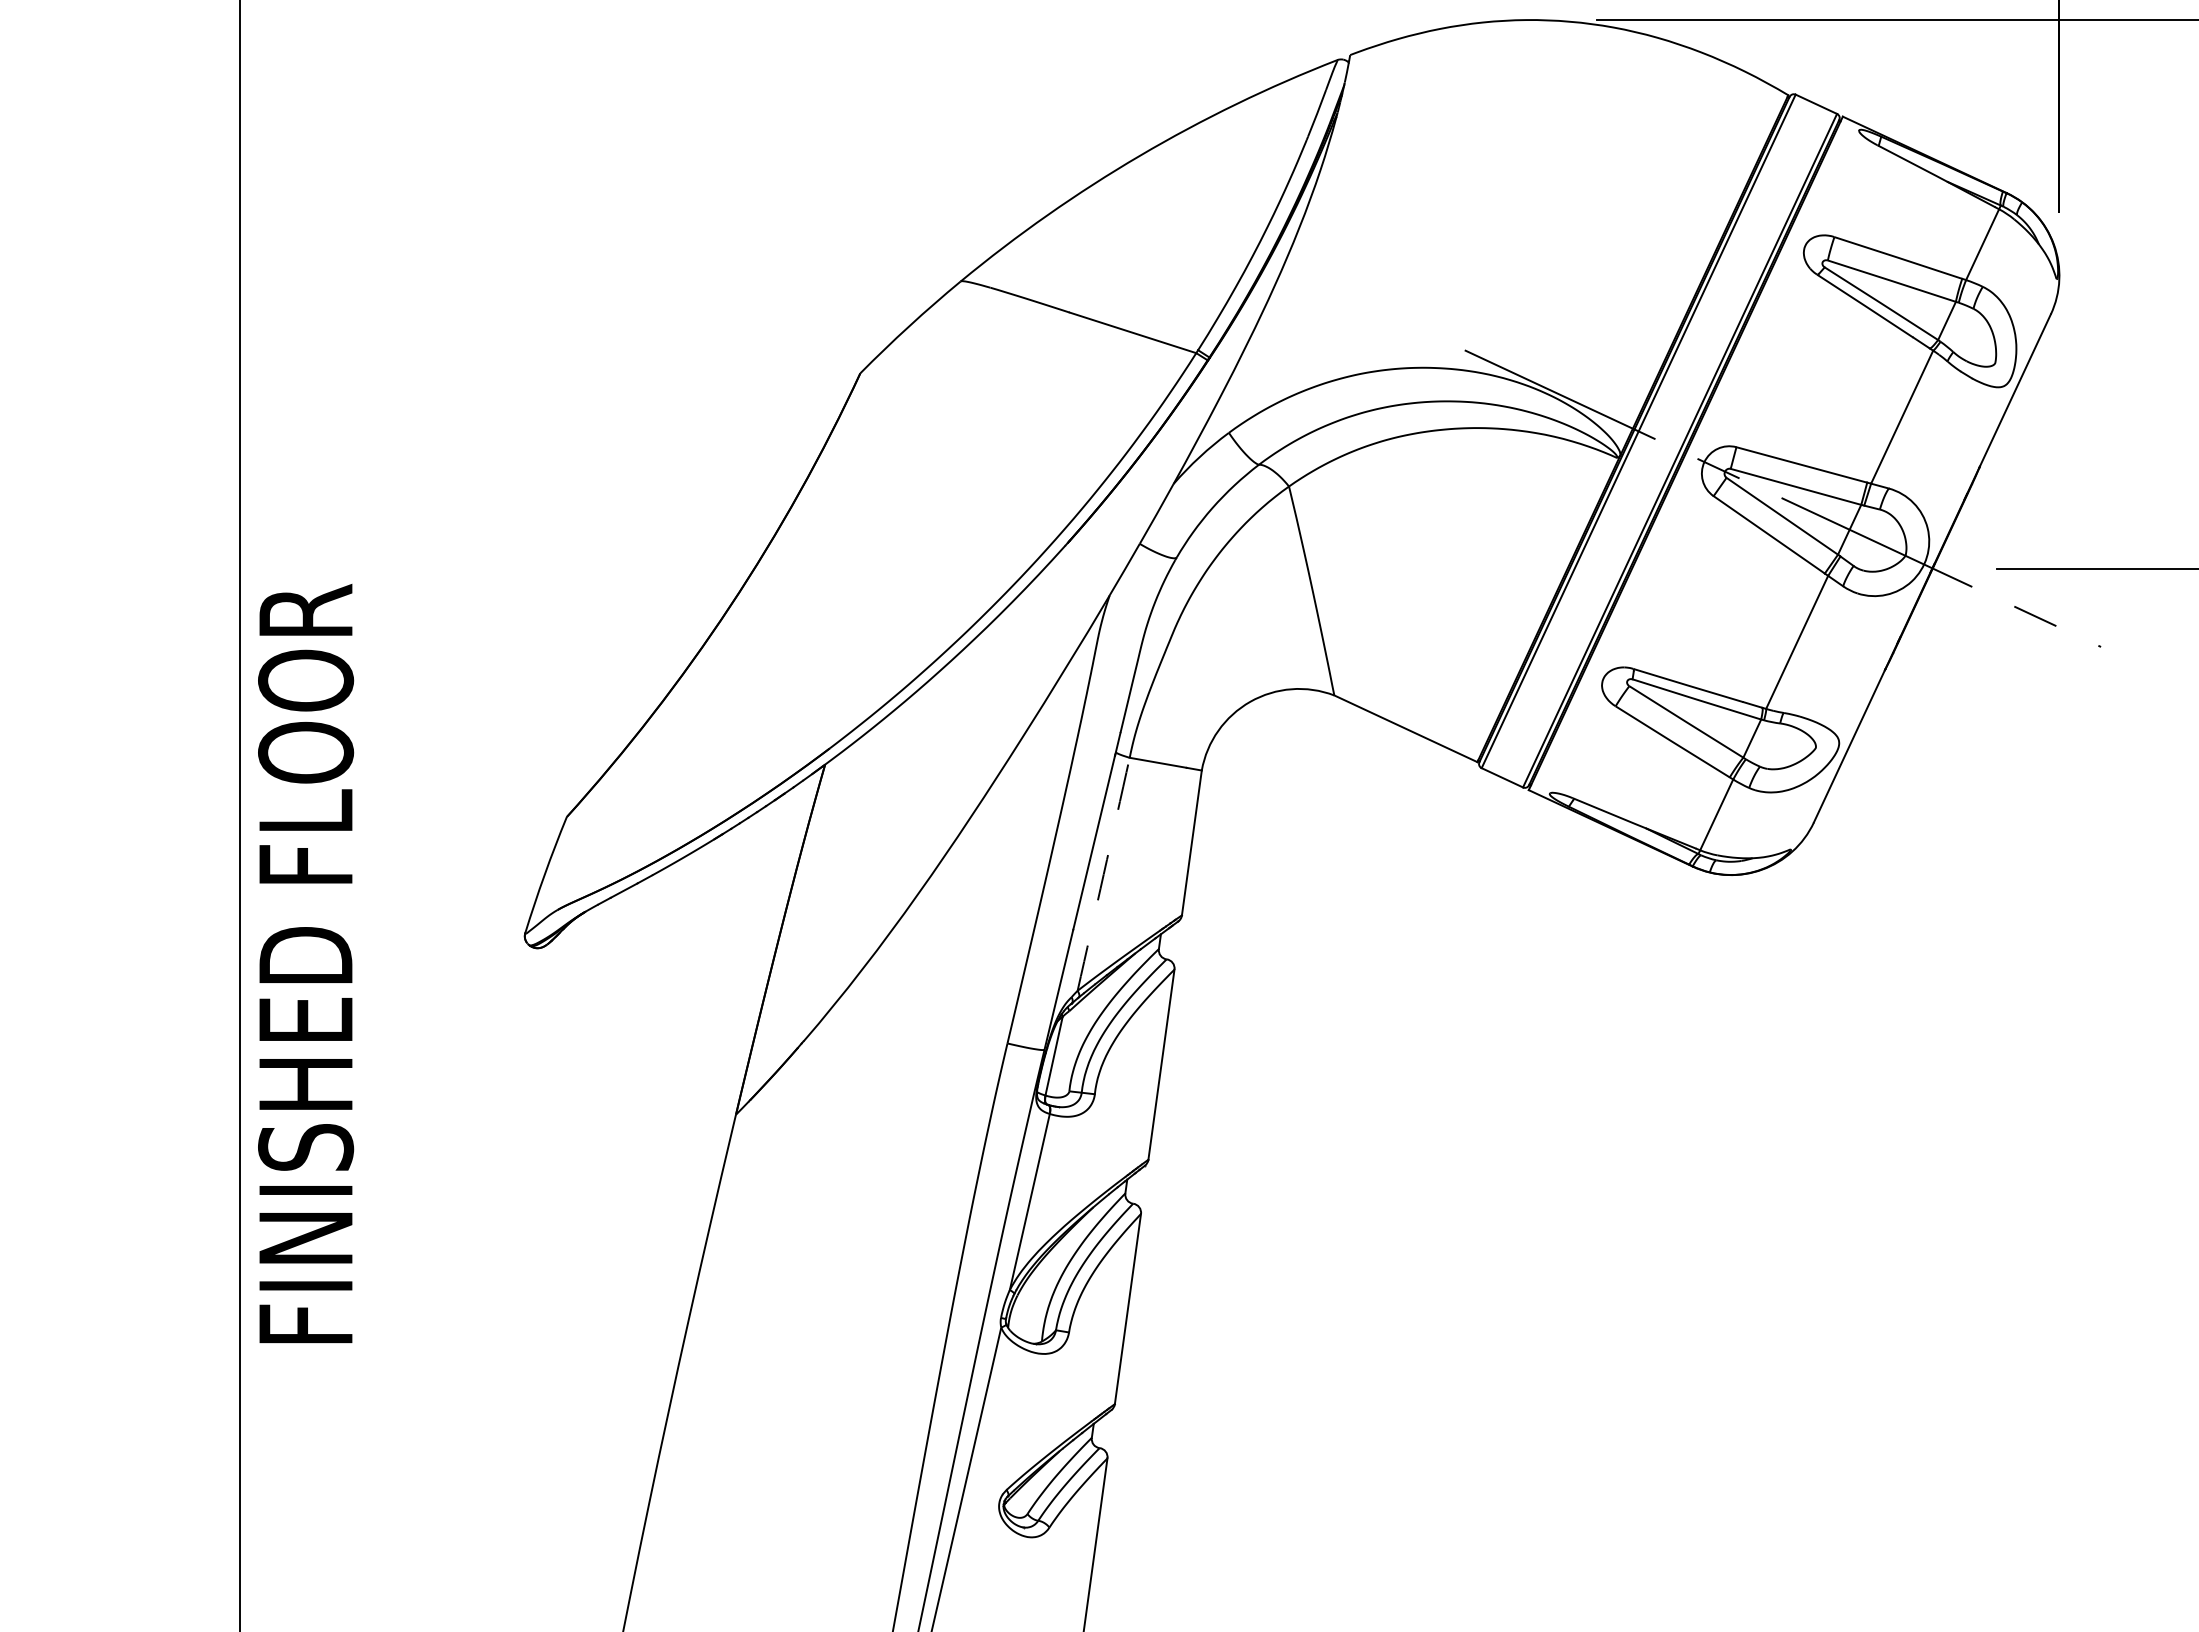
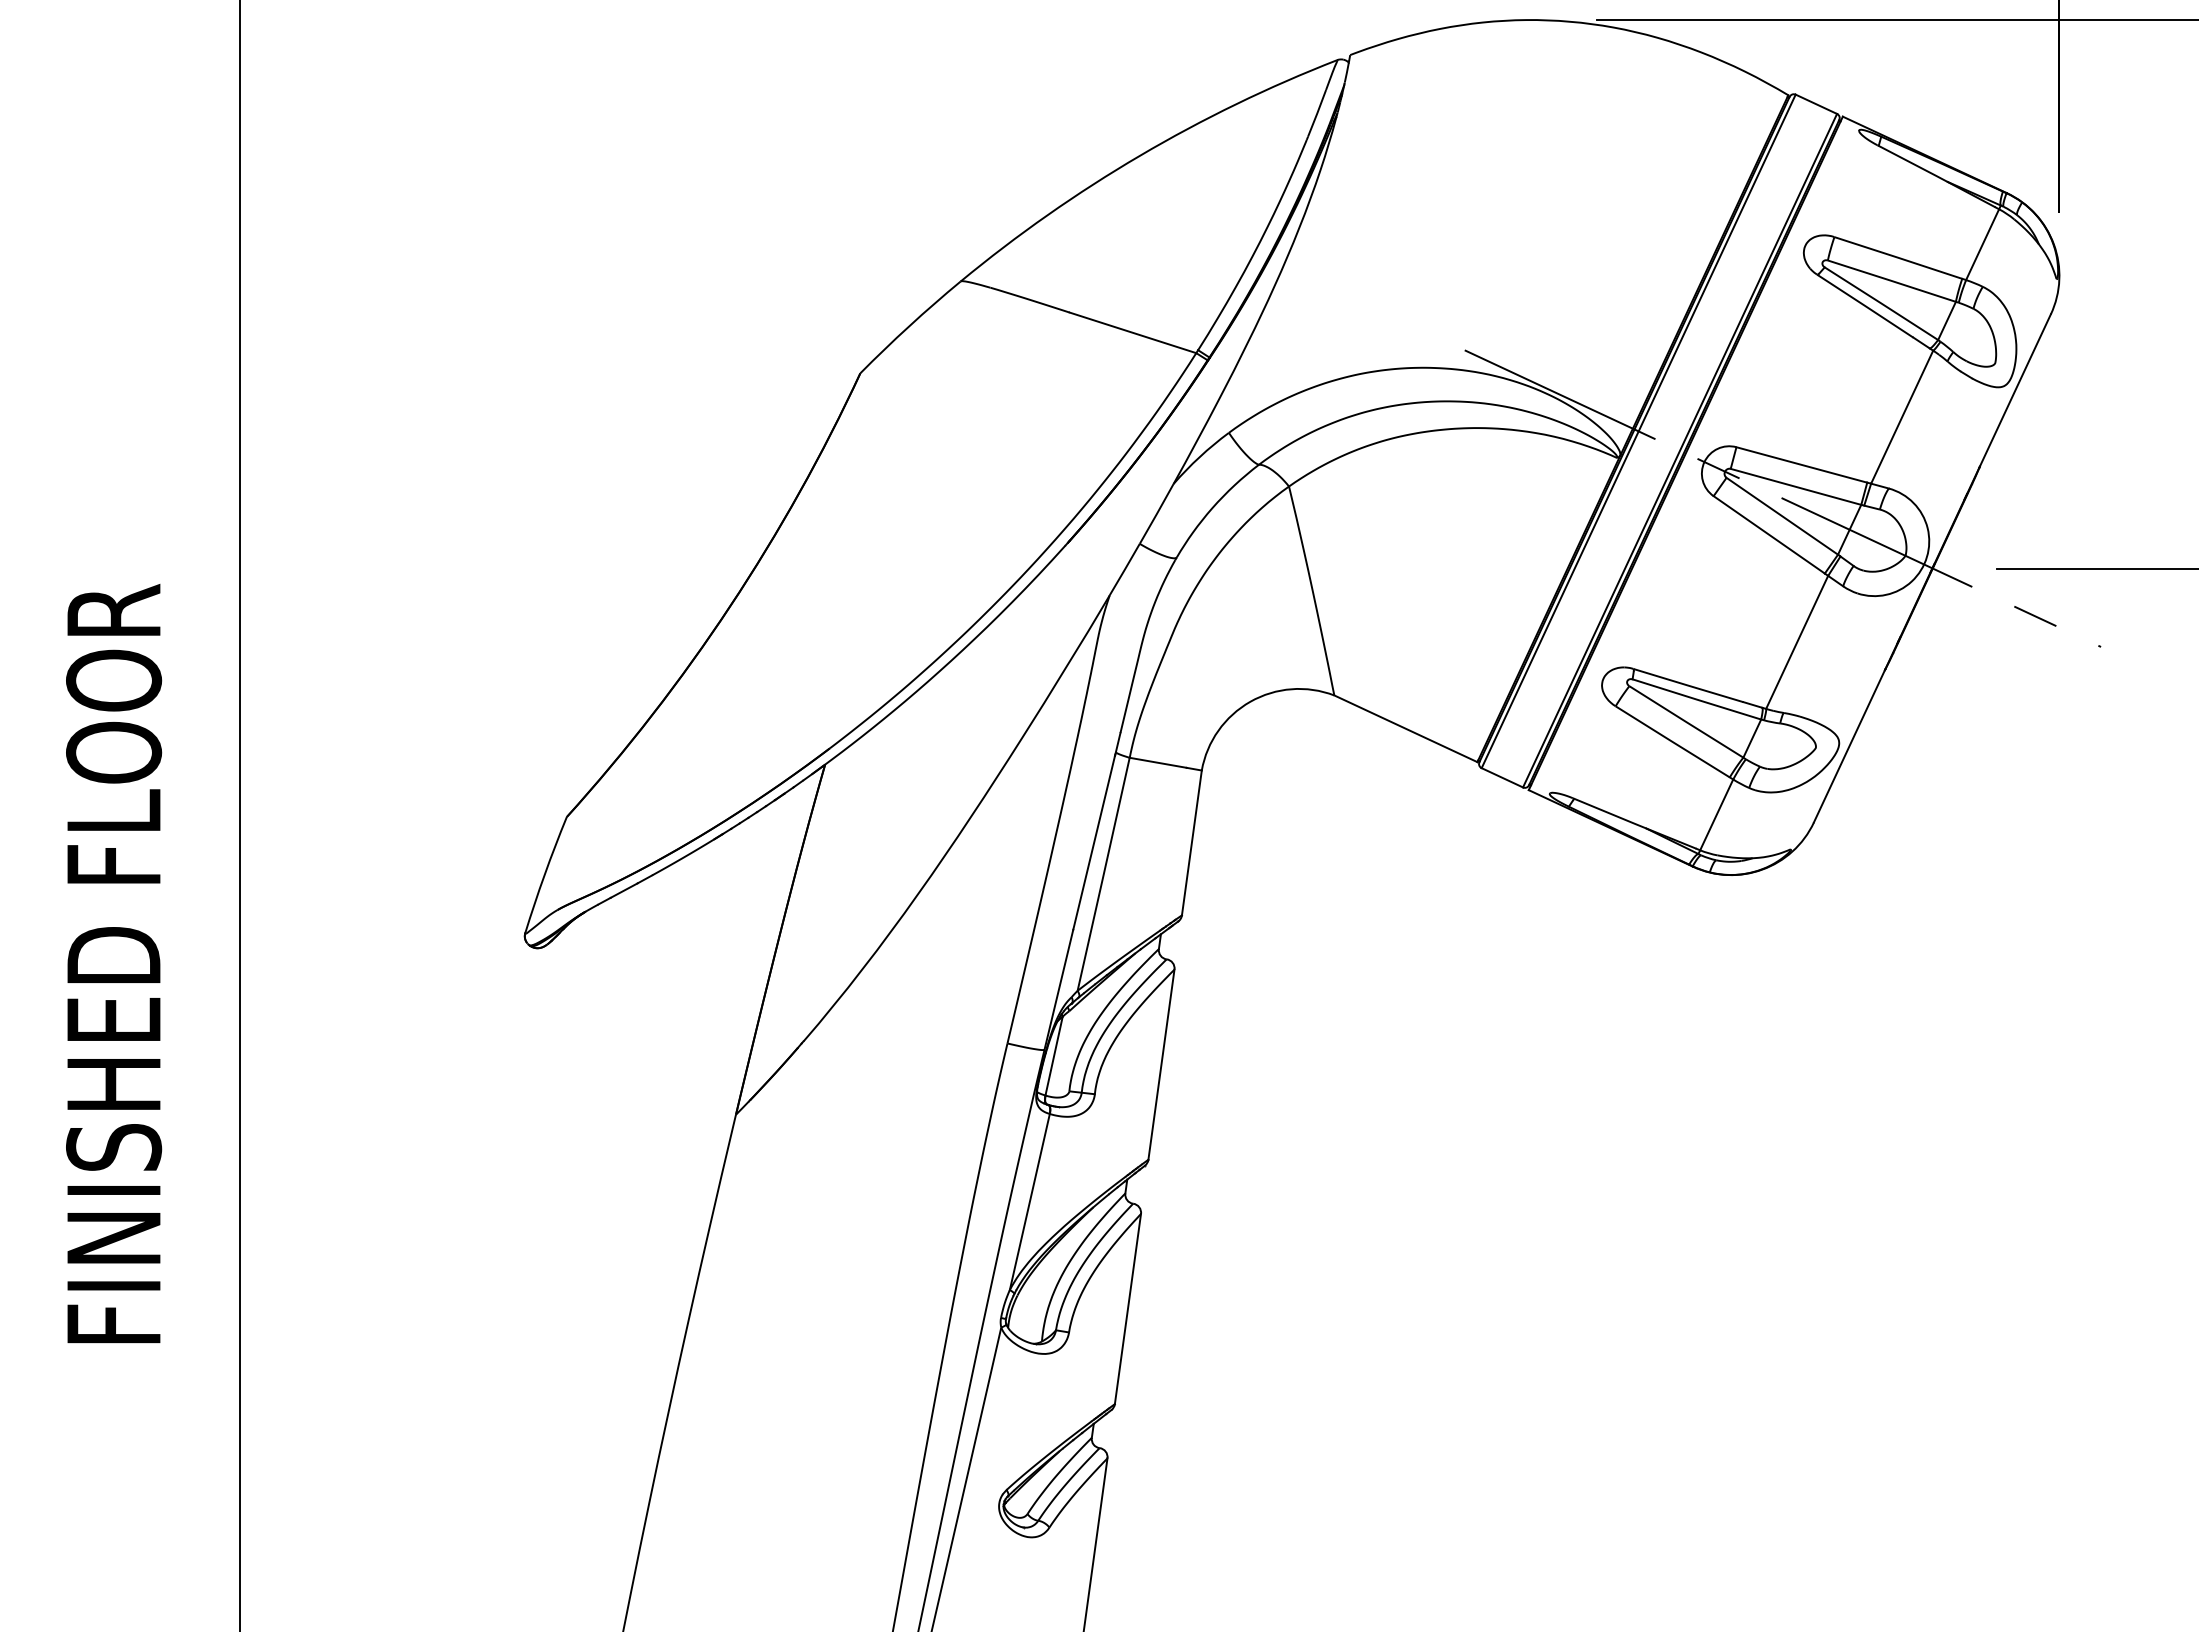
arc at (1103, 874): dashed -> solid
text at (306, 963) position: (306, 963) -> (114, 963)
